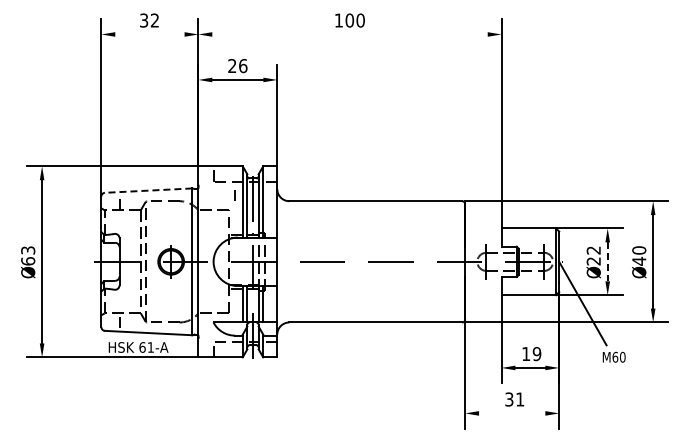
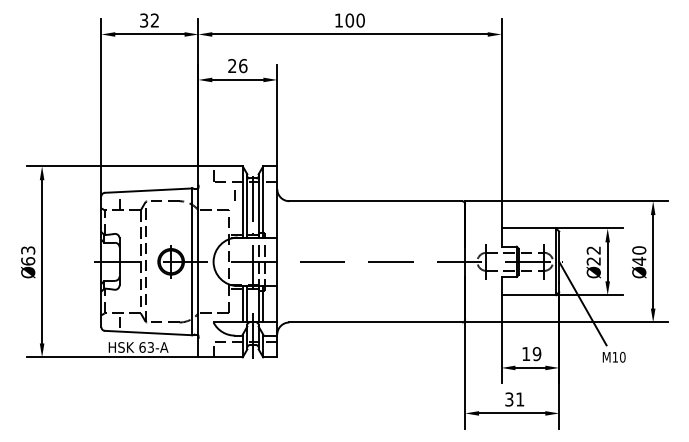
line at (149, 34): none -> present
line at (349, 34): none -> present
line at (148, 190): dashed -> solid
line at (607, 262): dashed -> solid
text at (150, 347): 61-A -> 63-A
text at (615, 356): M60 -> M10
line at (512, 413): none -> present
